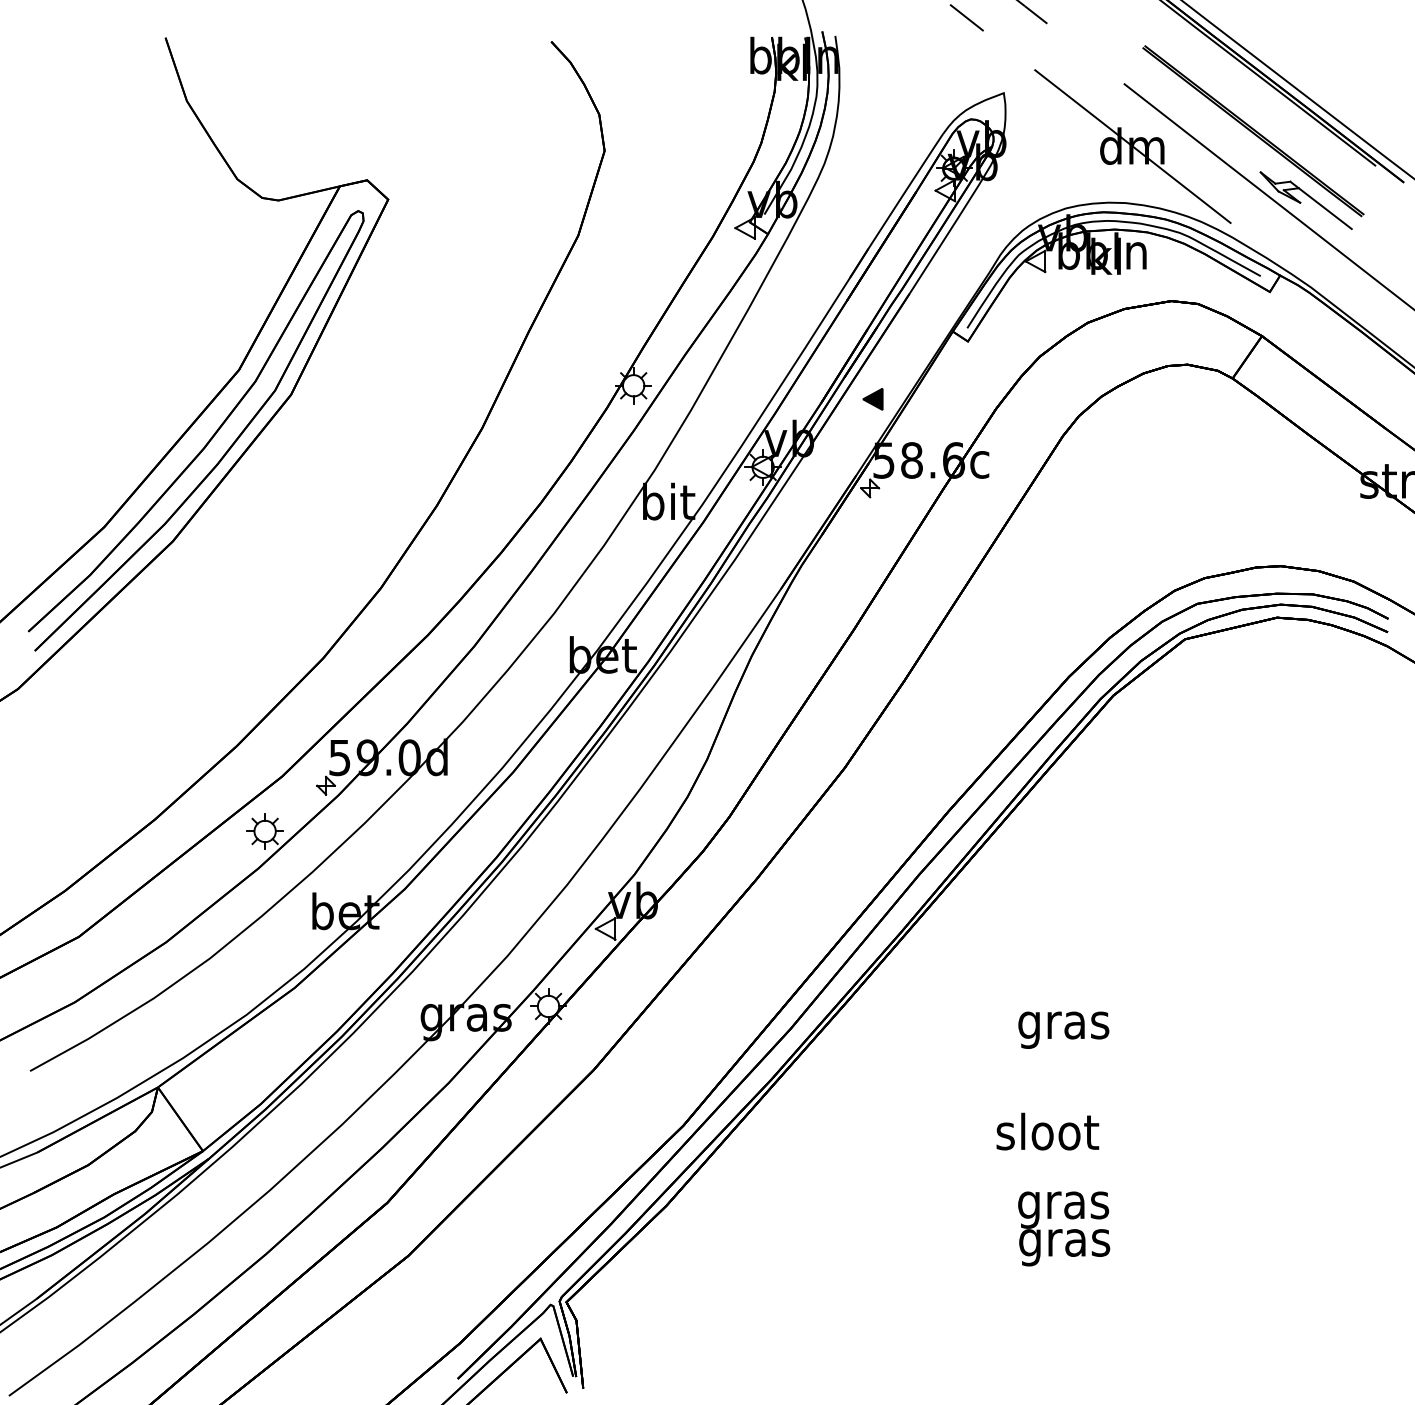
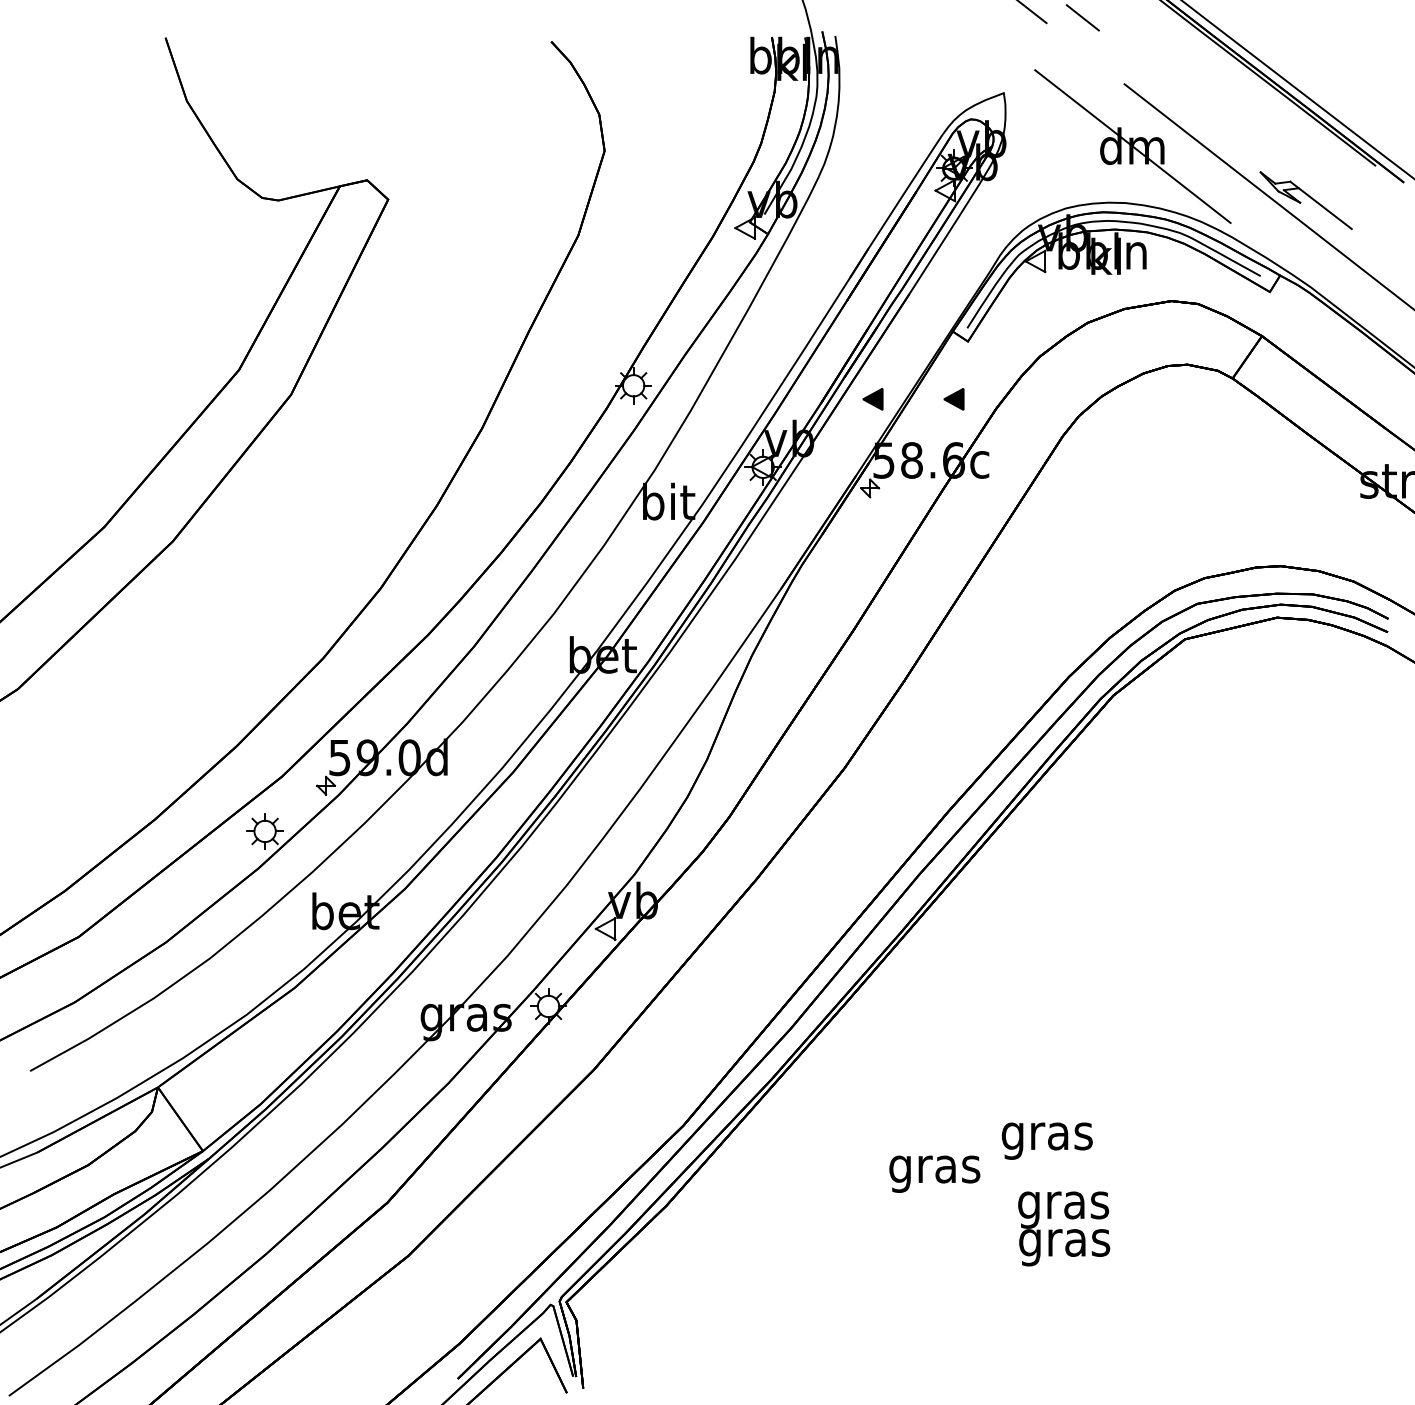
line at (966, 17) position: (966, 17) -> (1082, 17)
part at (1253, 131): present -> none
part at (953, 399): none -> present
part at (208, 440): present -> none
text at (1063, 1029) position: (1063, 1029) -> (934, 1173)
text at (1047, 1135): sloot -> gras
